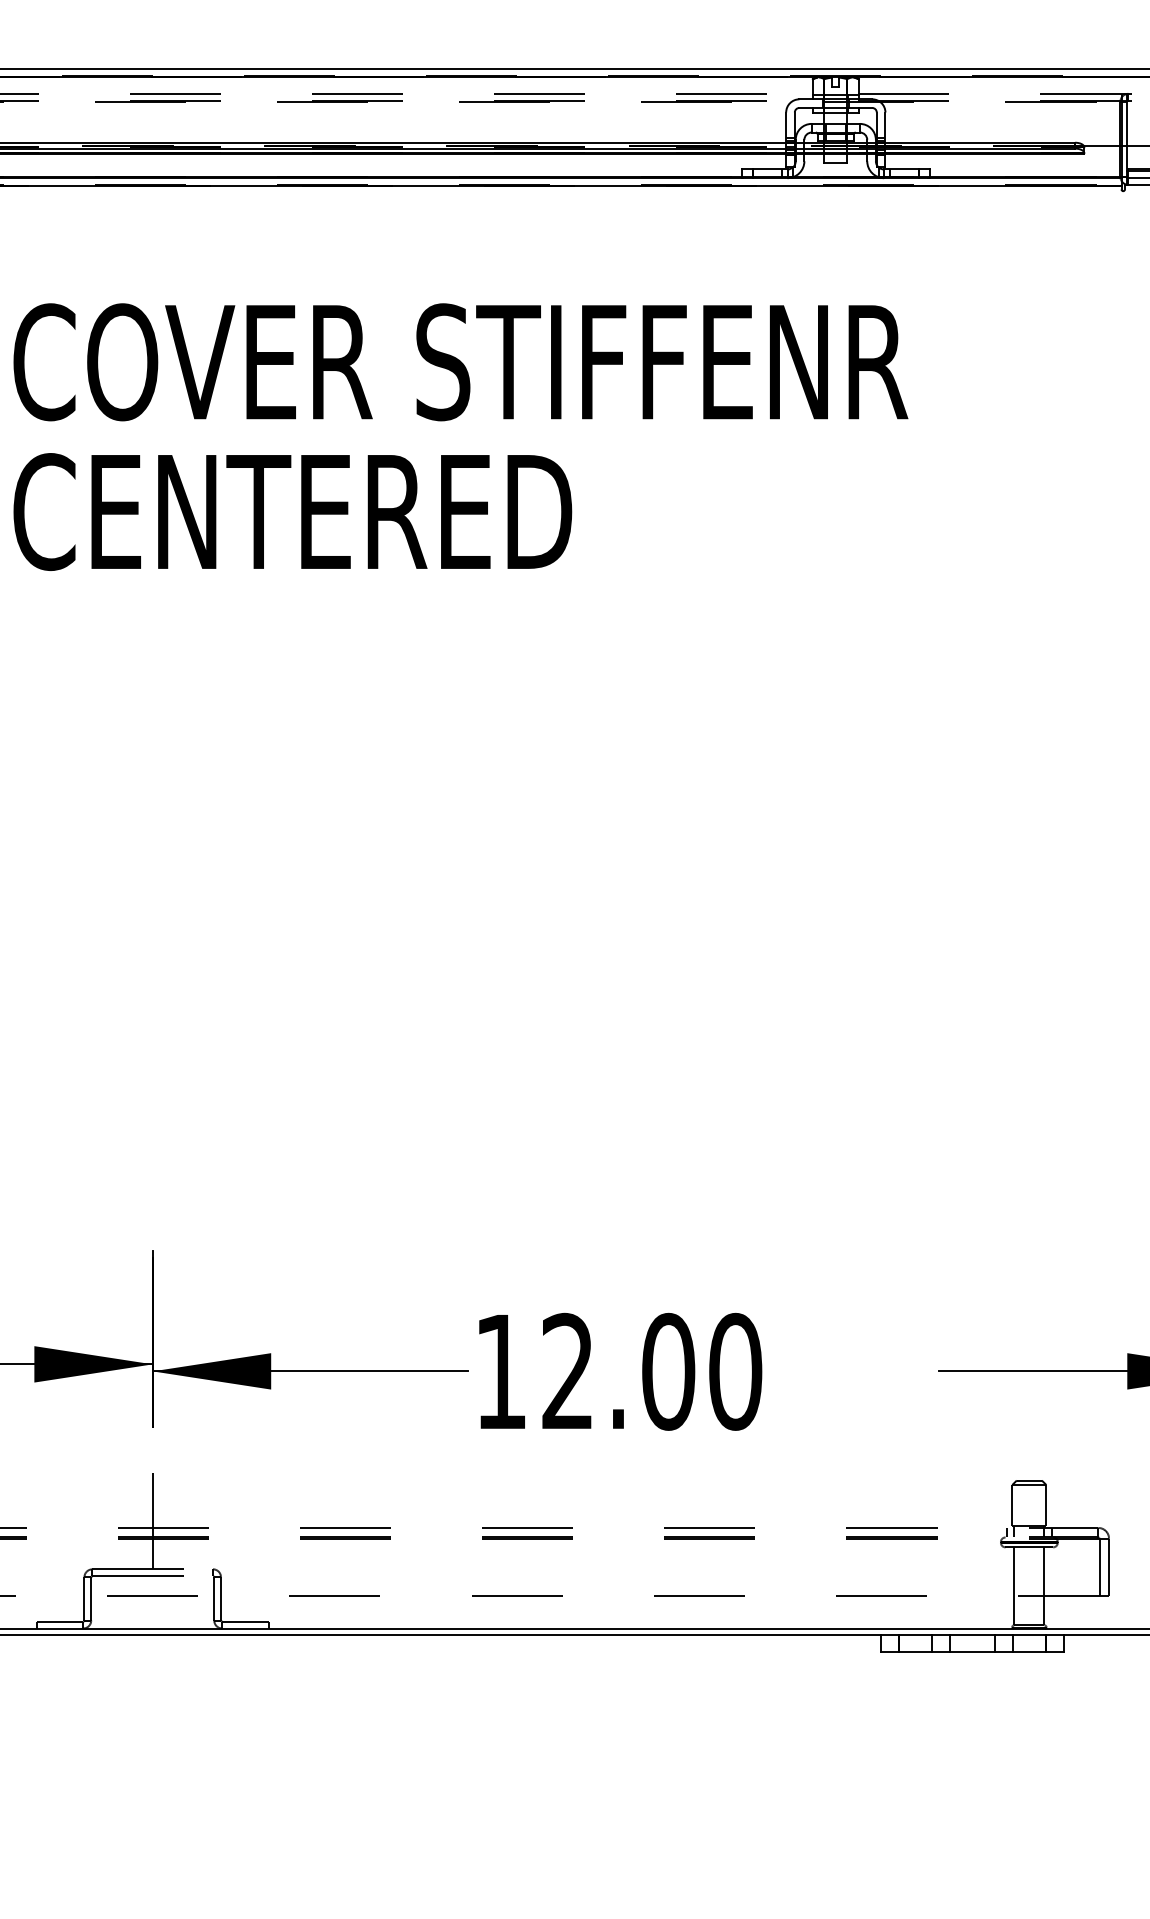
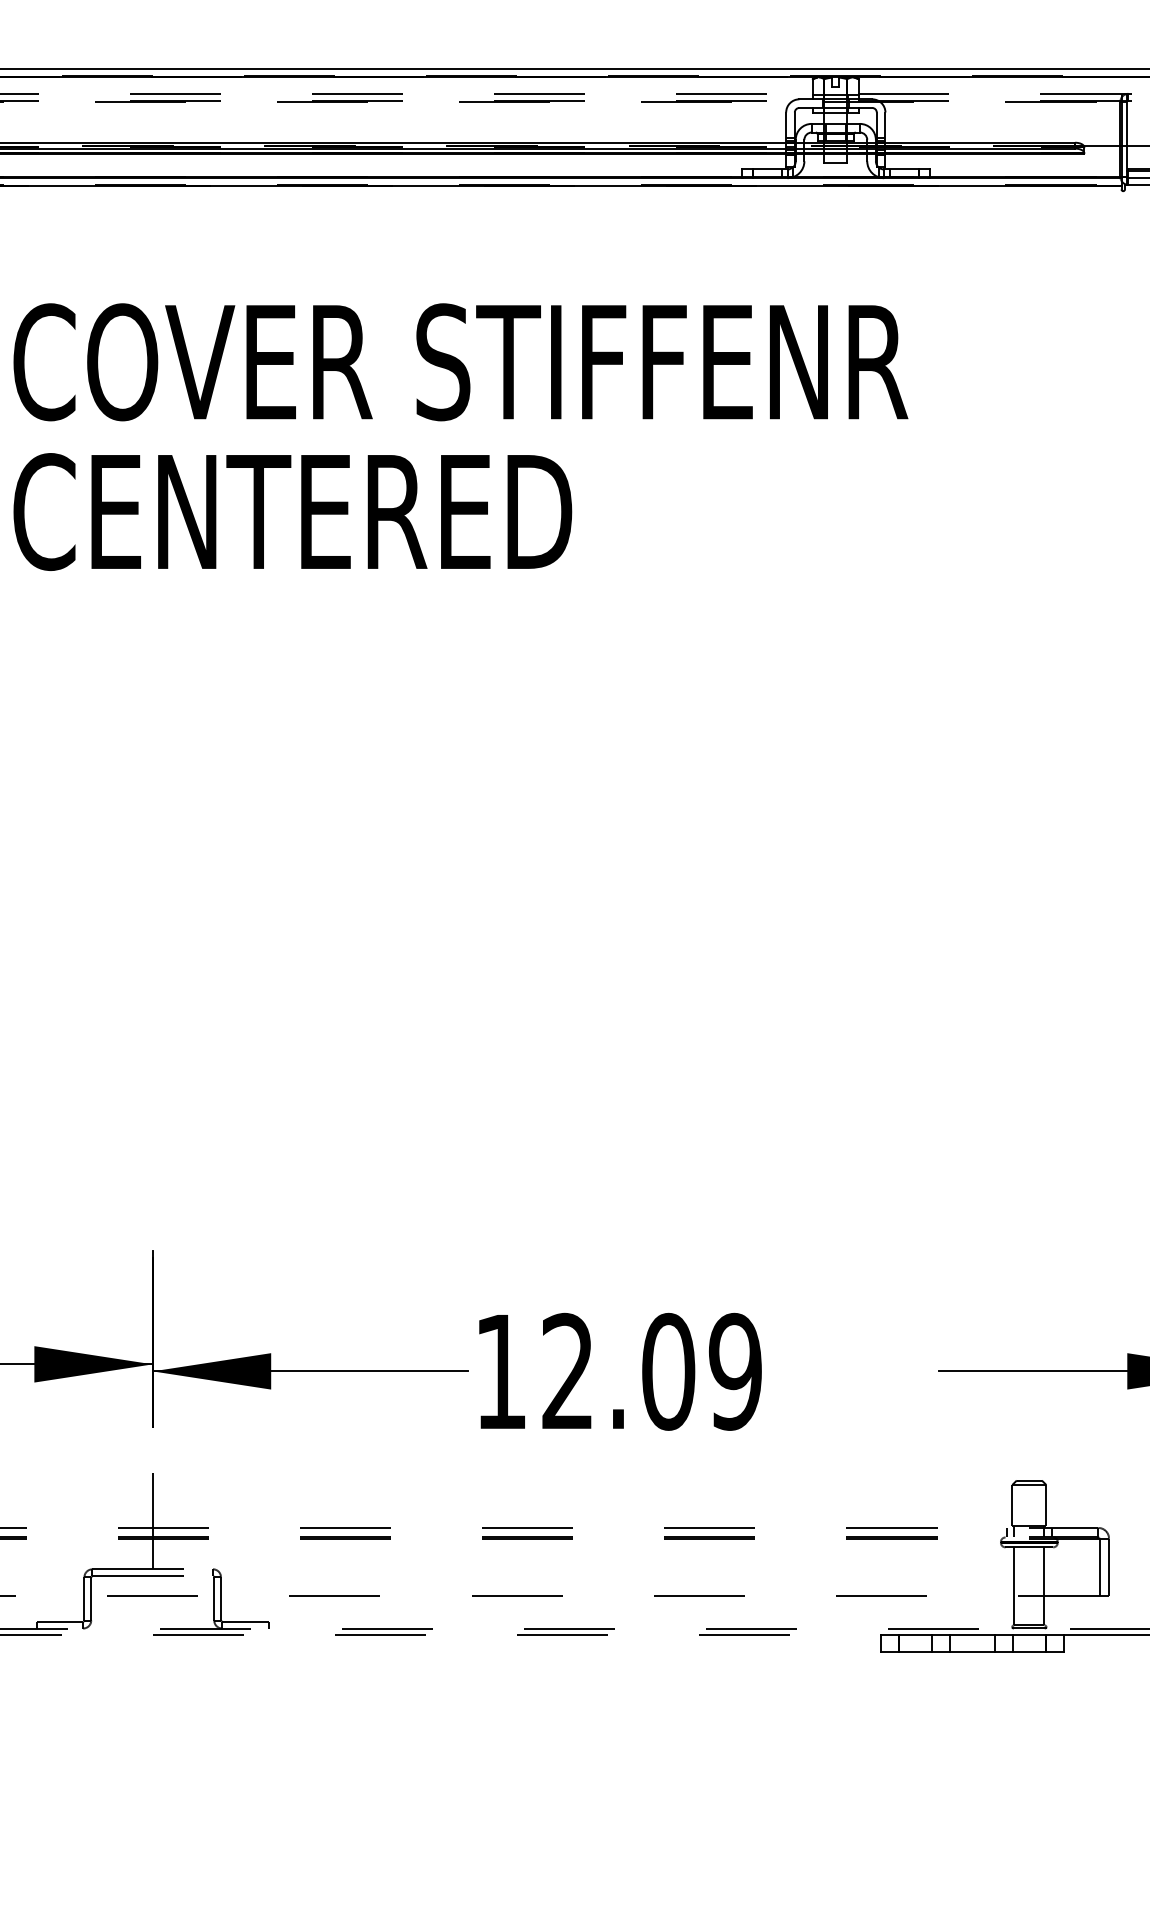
text at (735, 1371): 12.00 -> 12.09
line at (575, 1628): solid -> dashed
line at (441, 1635): solid -> dashed
